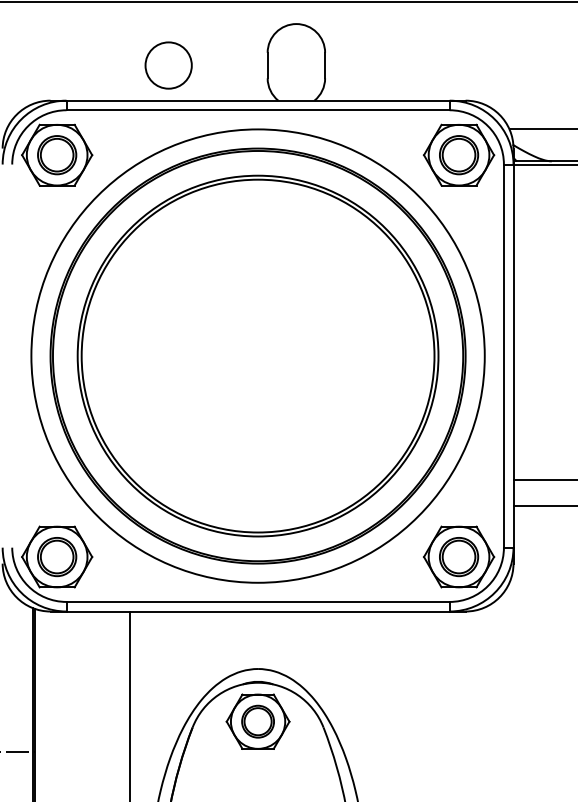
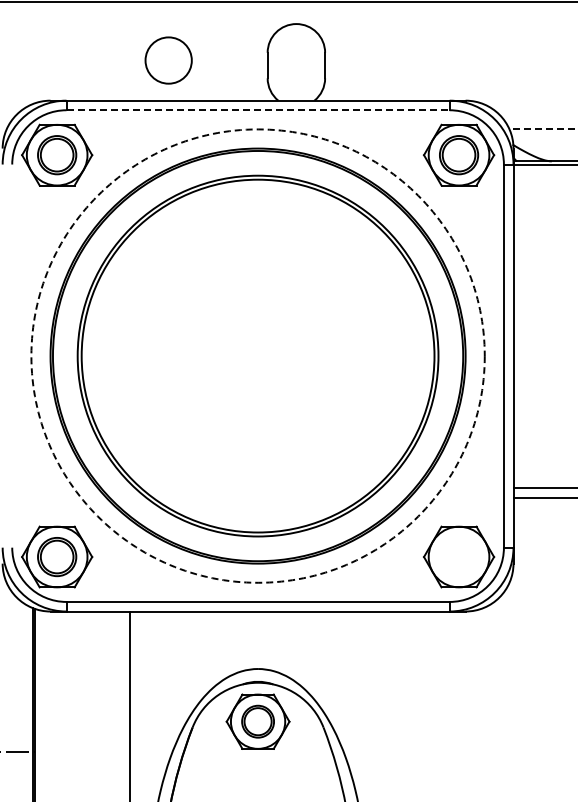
circle at (168, 65) position: (168, 65) -> (168, 60)
line at (258, 110): solid -> dashed
line at (543, 129): solid -> dashed
circle at (257, 355): solid -> dashed
line at (543, 480) position: (543, 480) -> (543, 488)
line at (543, 506) position: (543, 506) -> (543, 498)
part at (459, 557): present -> none
